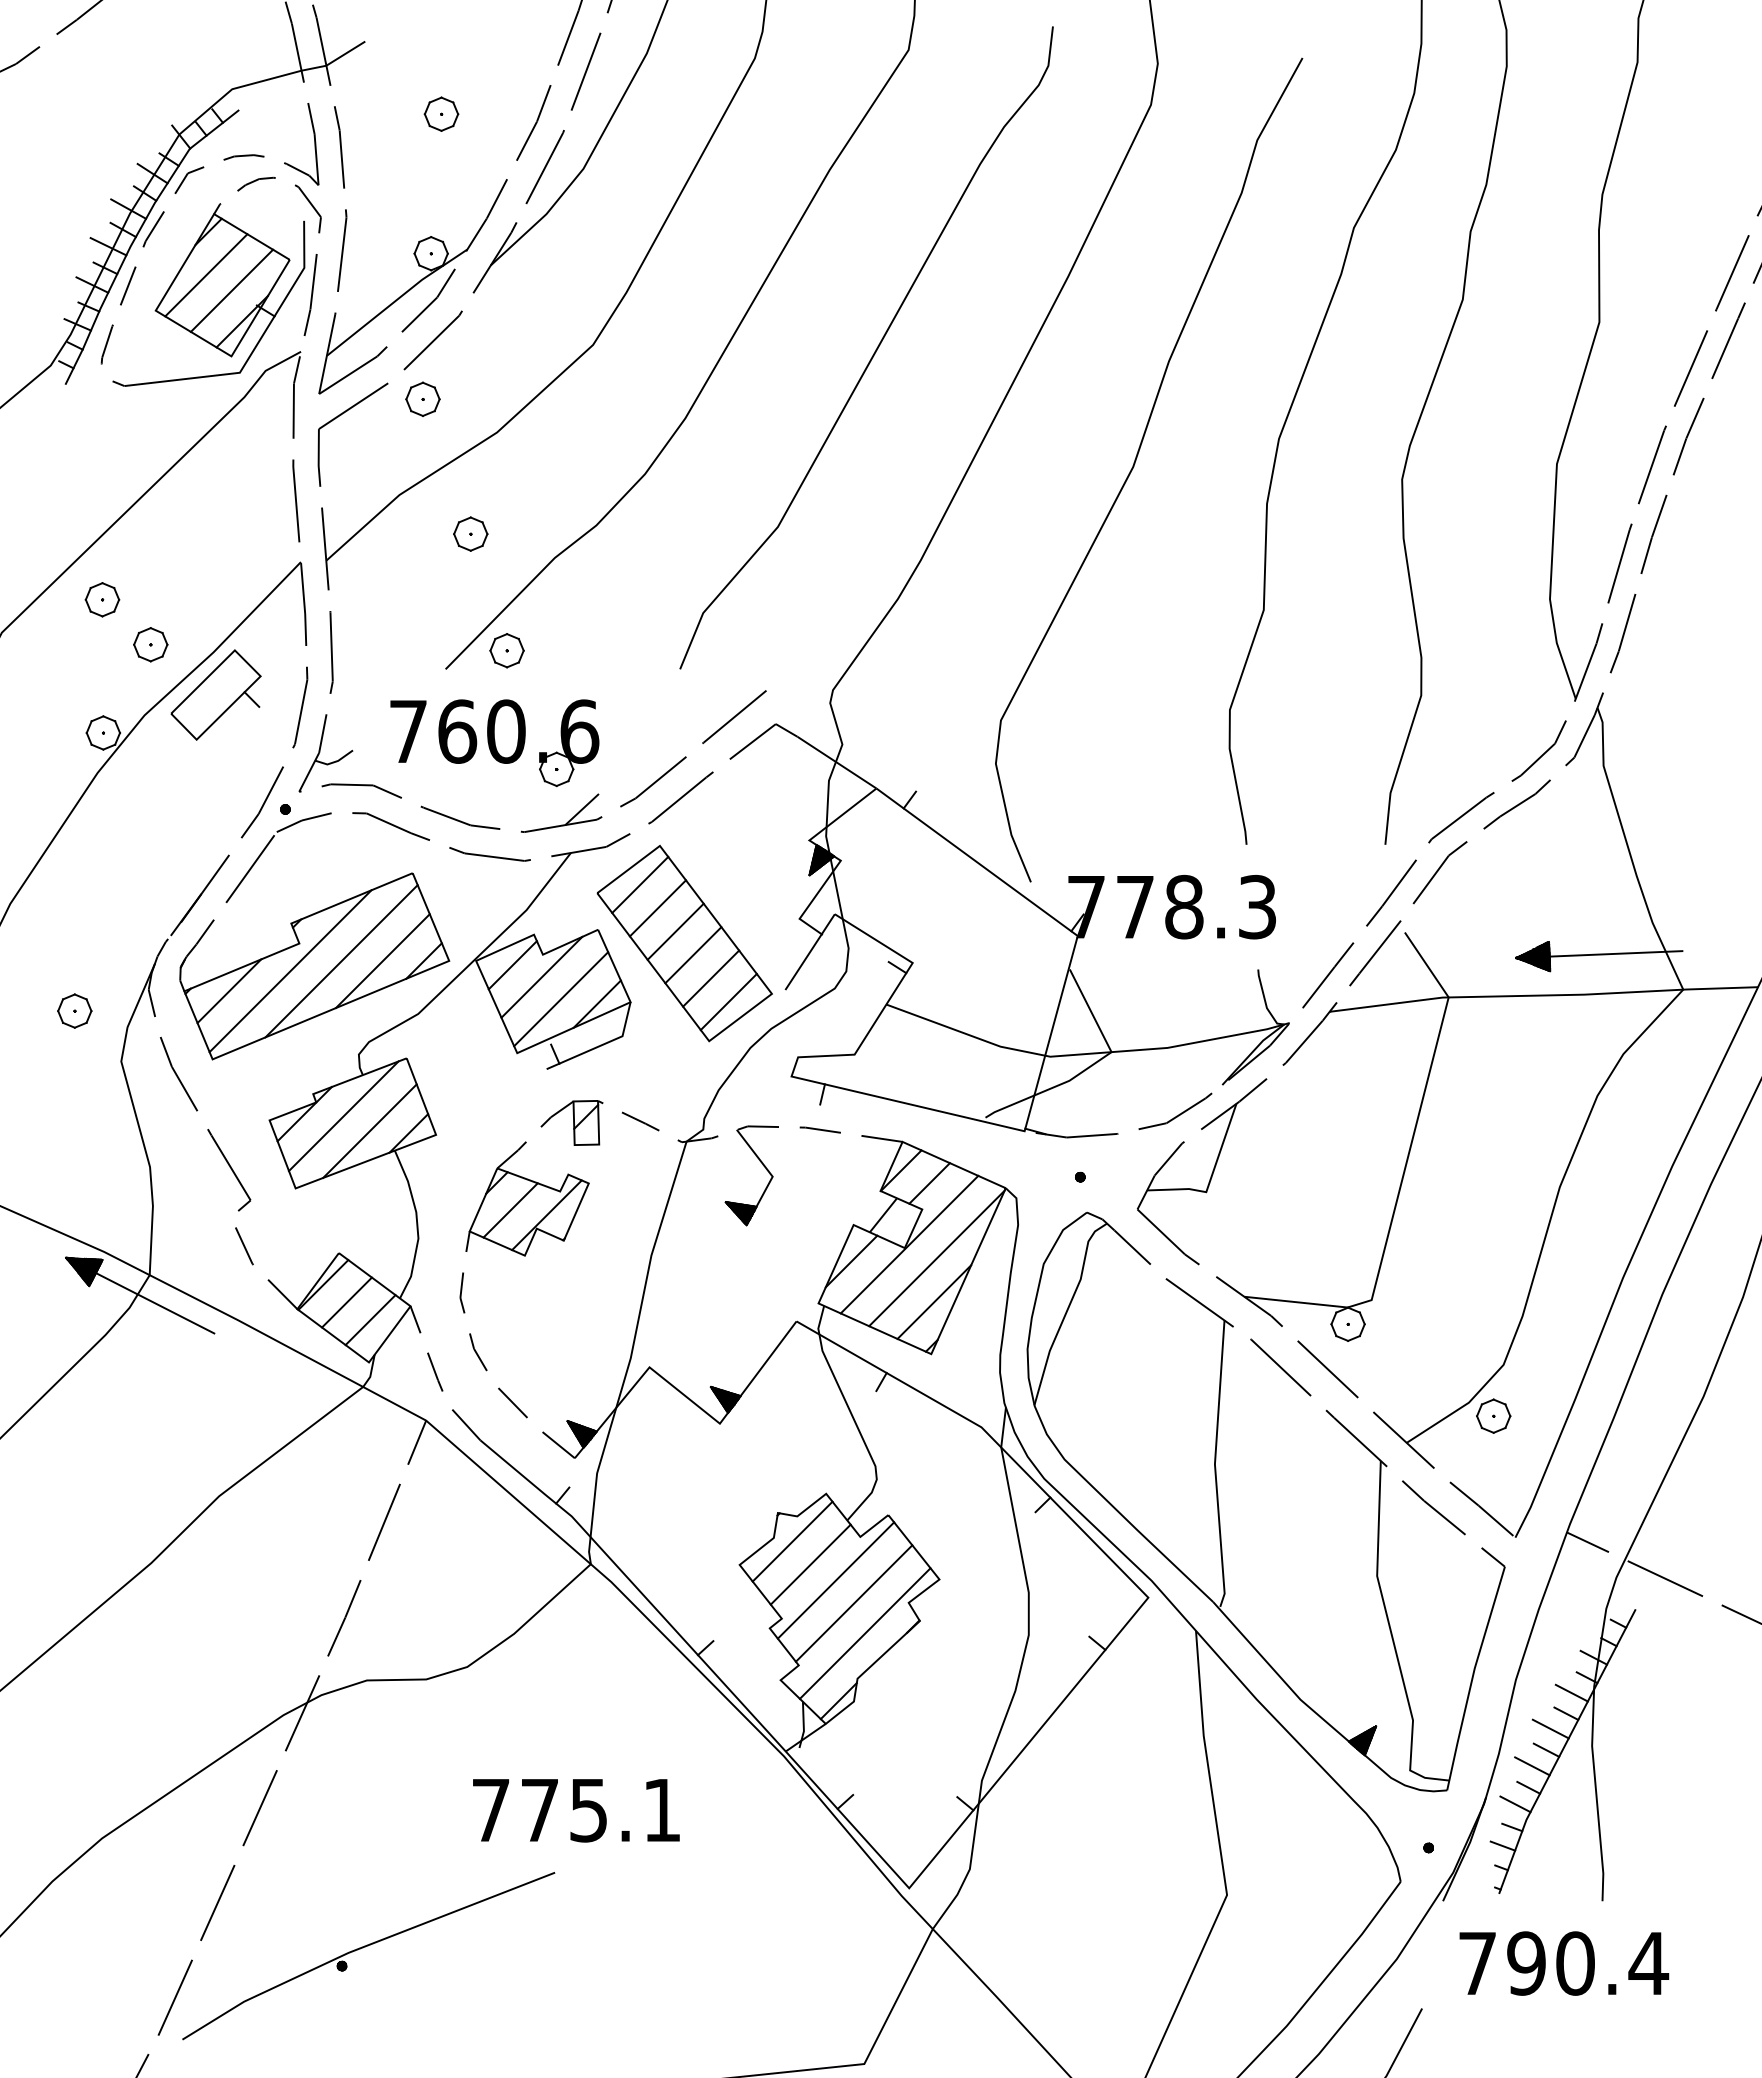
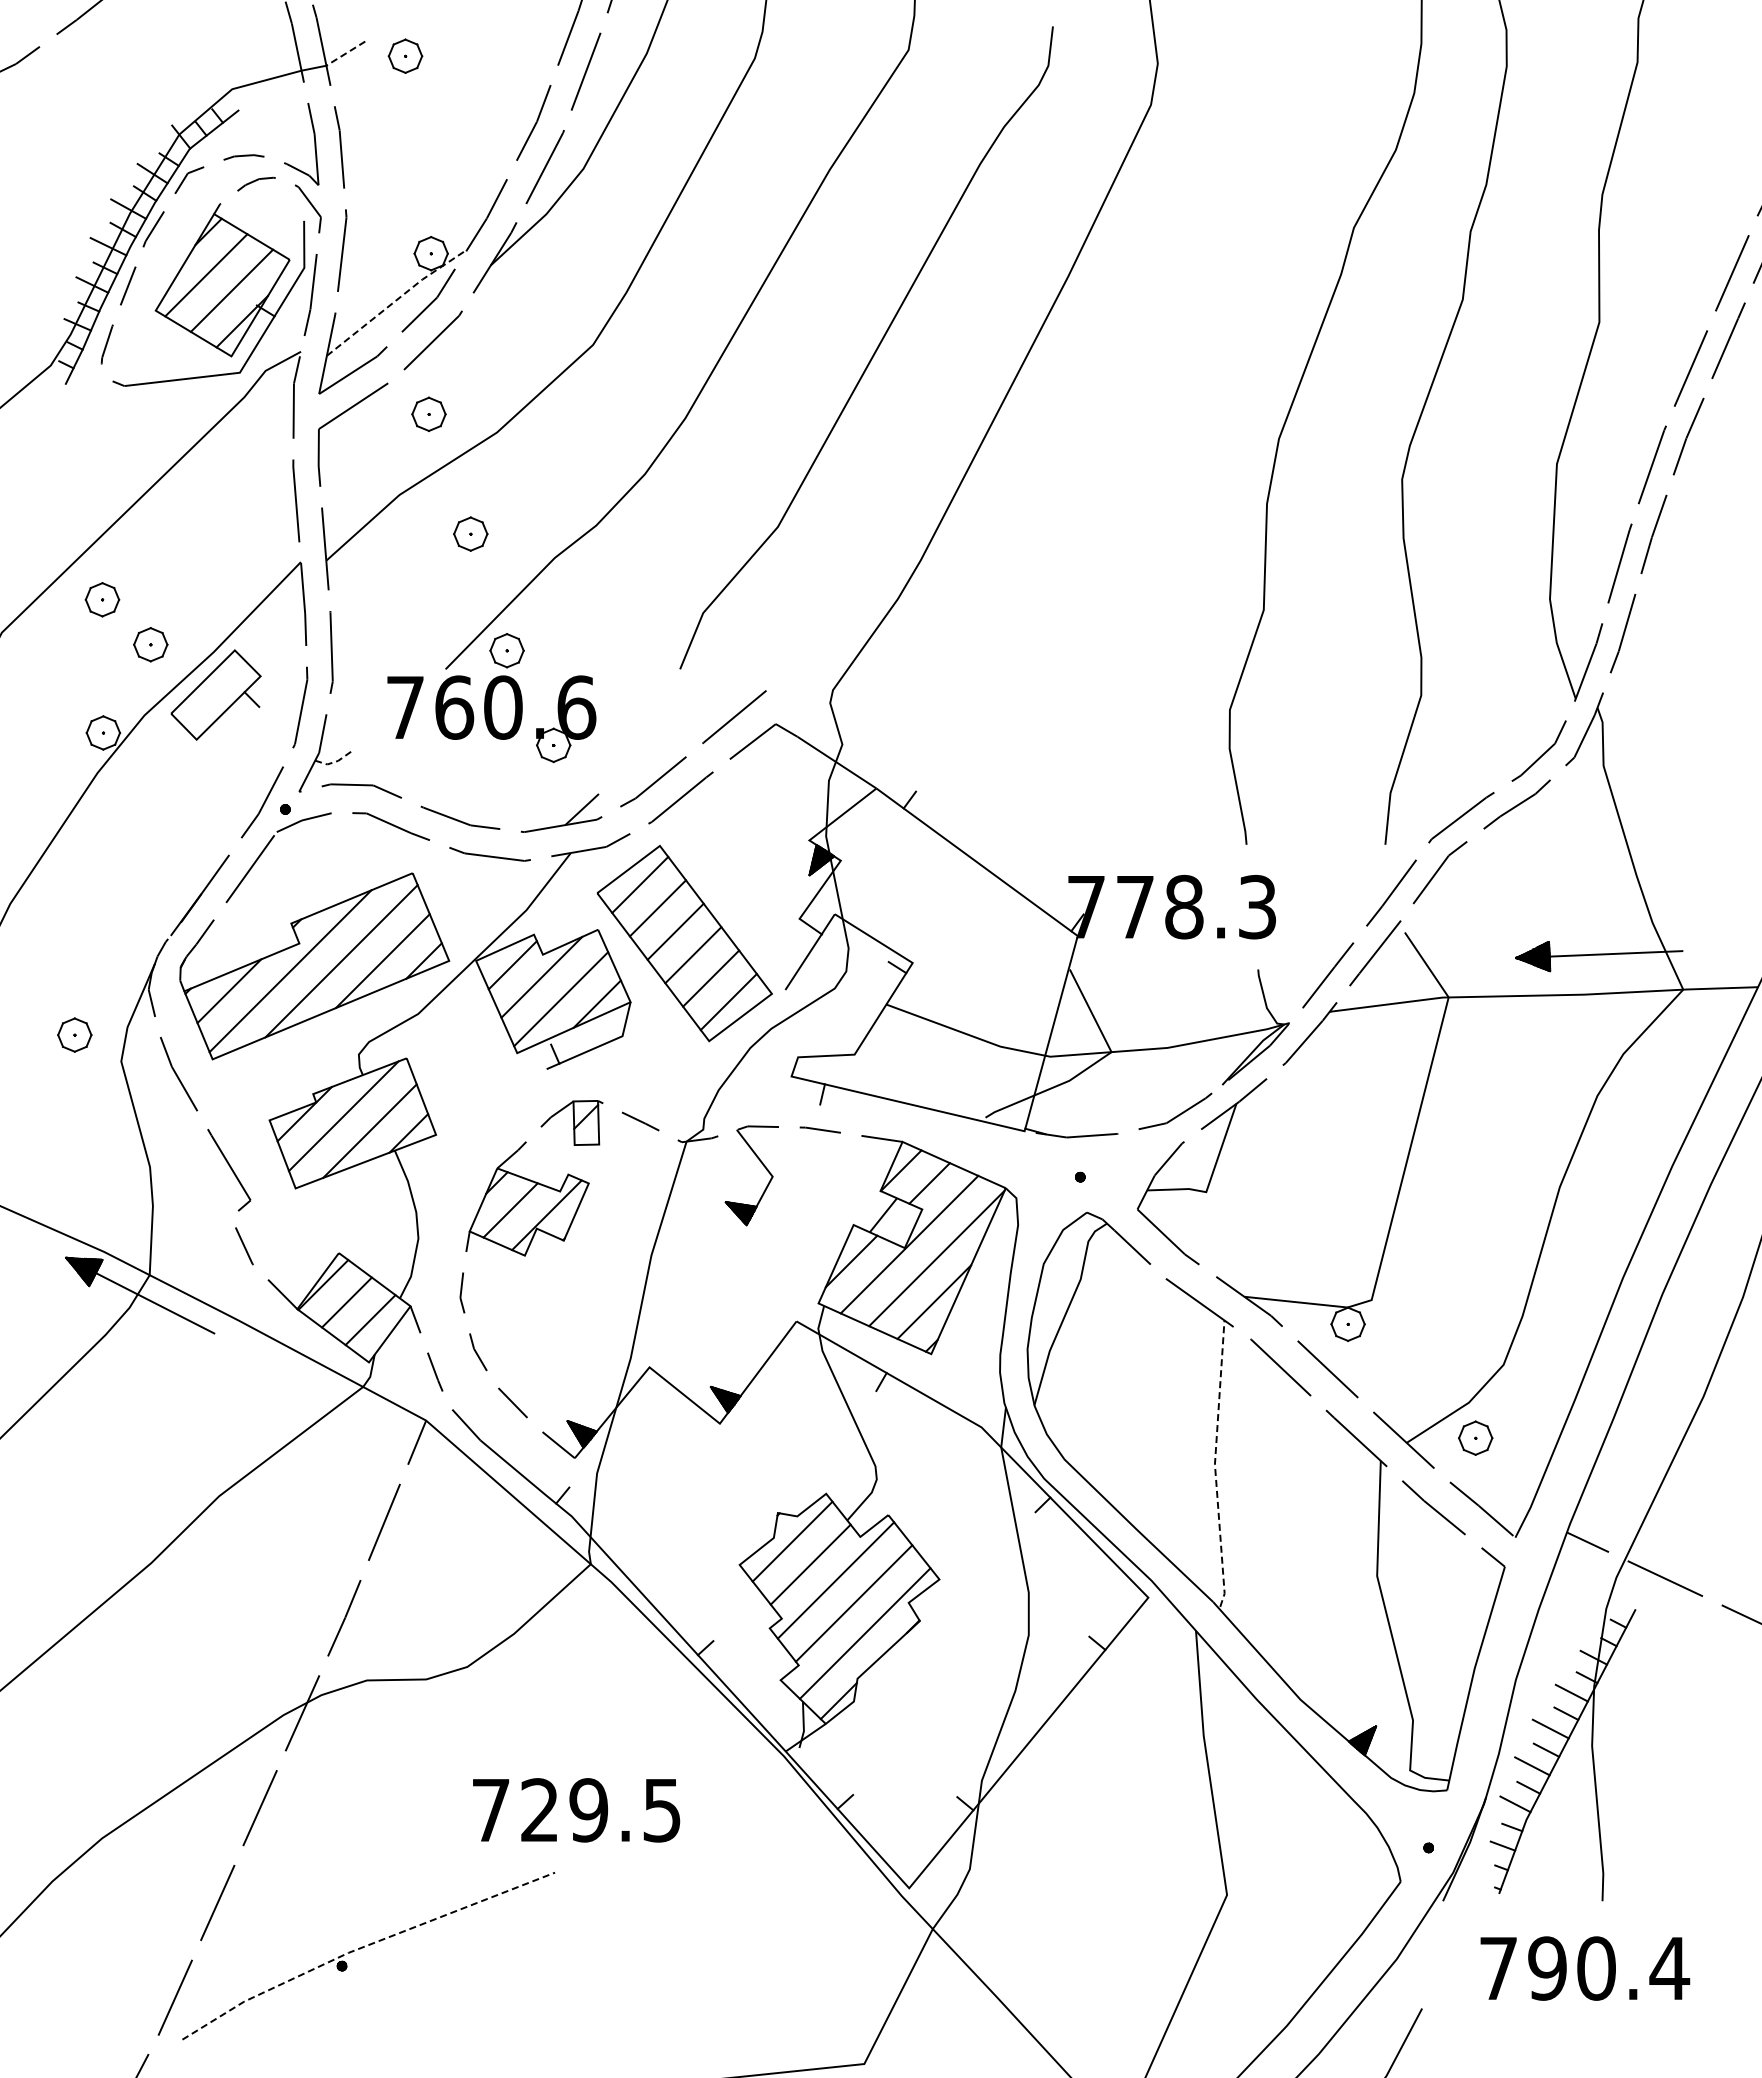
line at (344, 54): solid -> dashed
part at (441, 113) position: (441, 113) -> (405, 55)
line at (396, 300): solid -> dashed
part at (422, 398) position: (422, 398) -> (428, 413)
curve at (1135, 463): present -> none
part at (494, 743) position: (494, 743) -> (491, 719)
line at (335, 761): solid -> dashed
part at (74, 1010) position: (74, 1010) -> (74, 1034)
part at (1493, 1415) position: (1493, 1415) -> (1475, 1437)
line at (1214, 1464): solid -> dashed
text at (600, 1810): 775.1 -> 729.5
line at (363, 1947): solid -> dashed
text at (1564, 1963) position: (1564, 1963) -> (1585, 1968)
